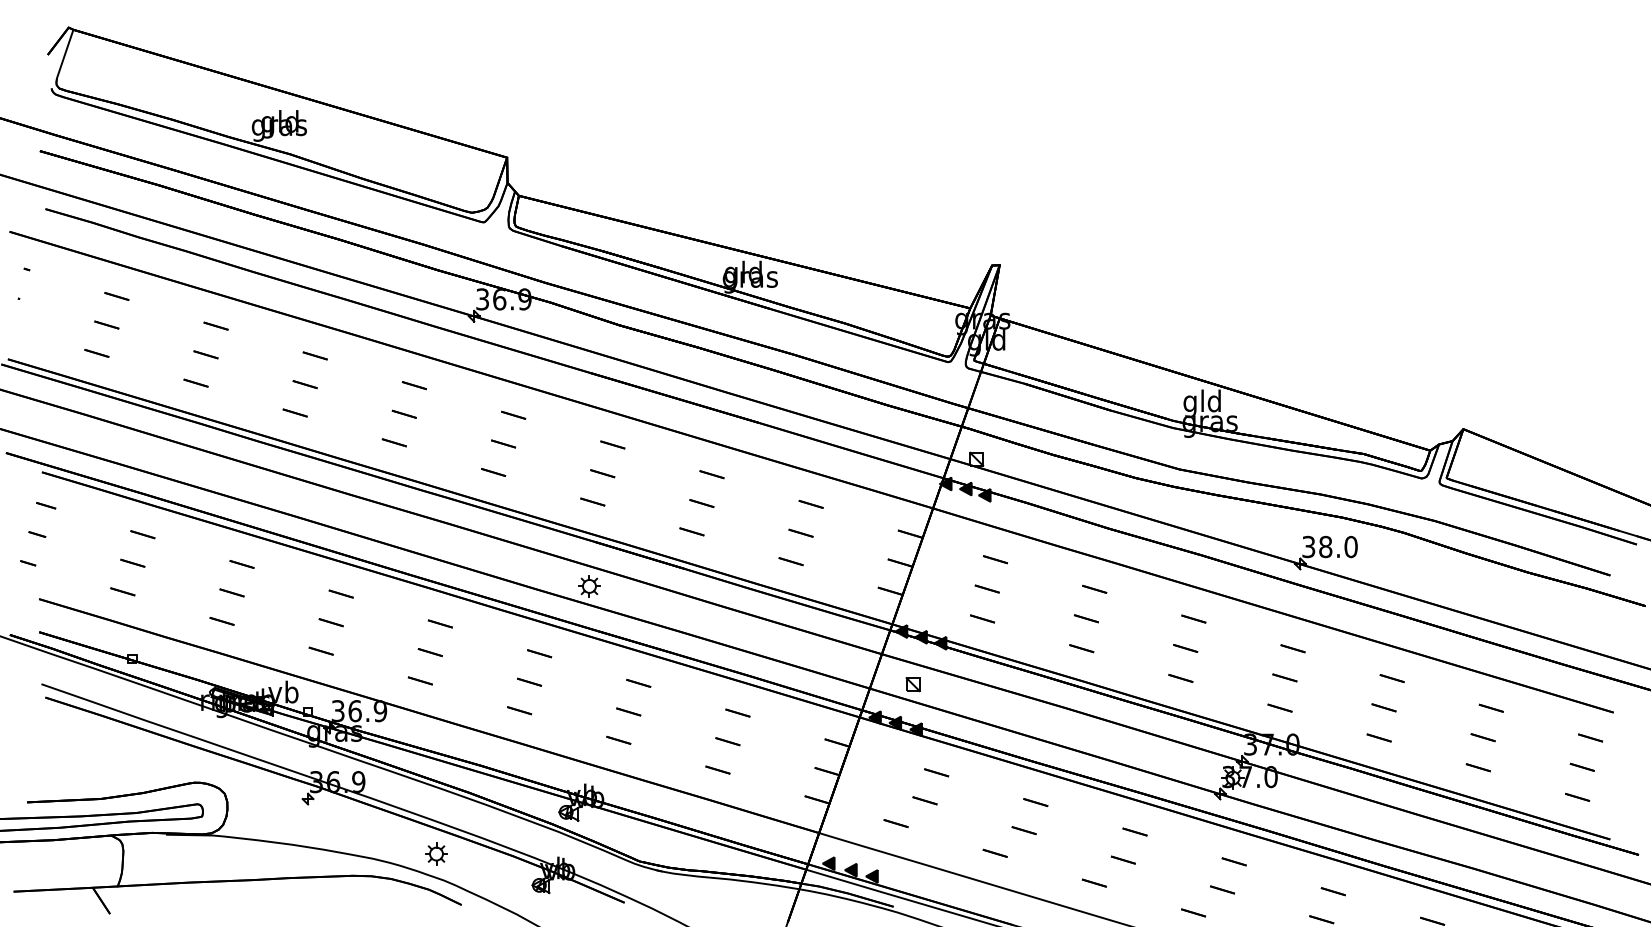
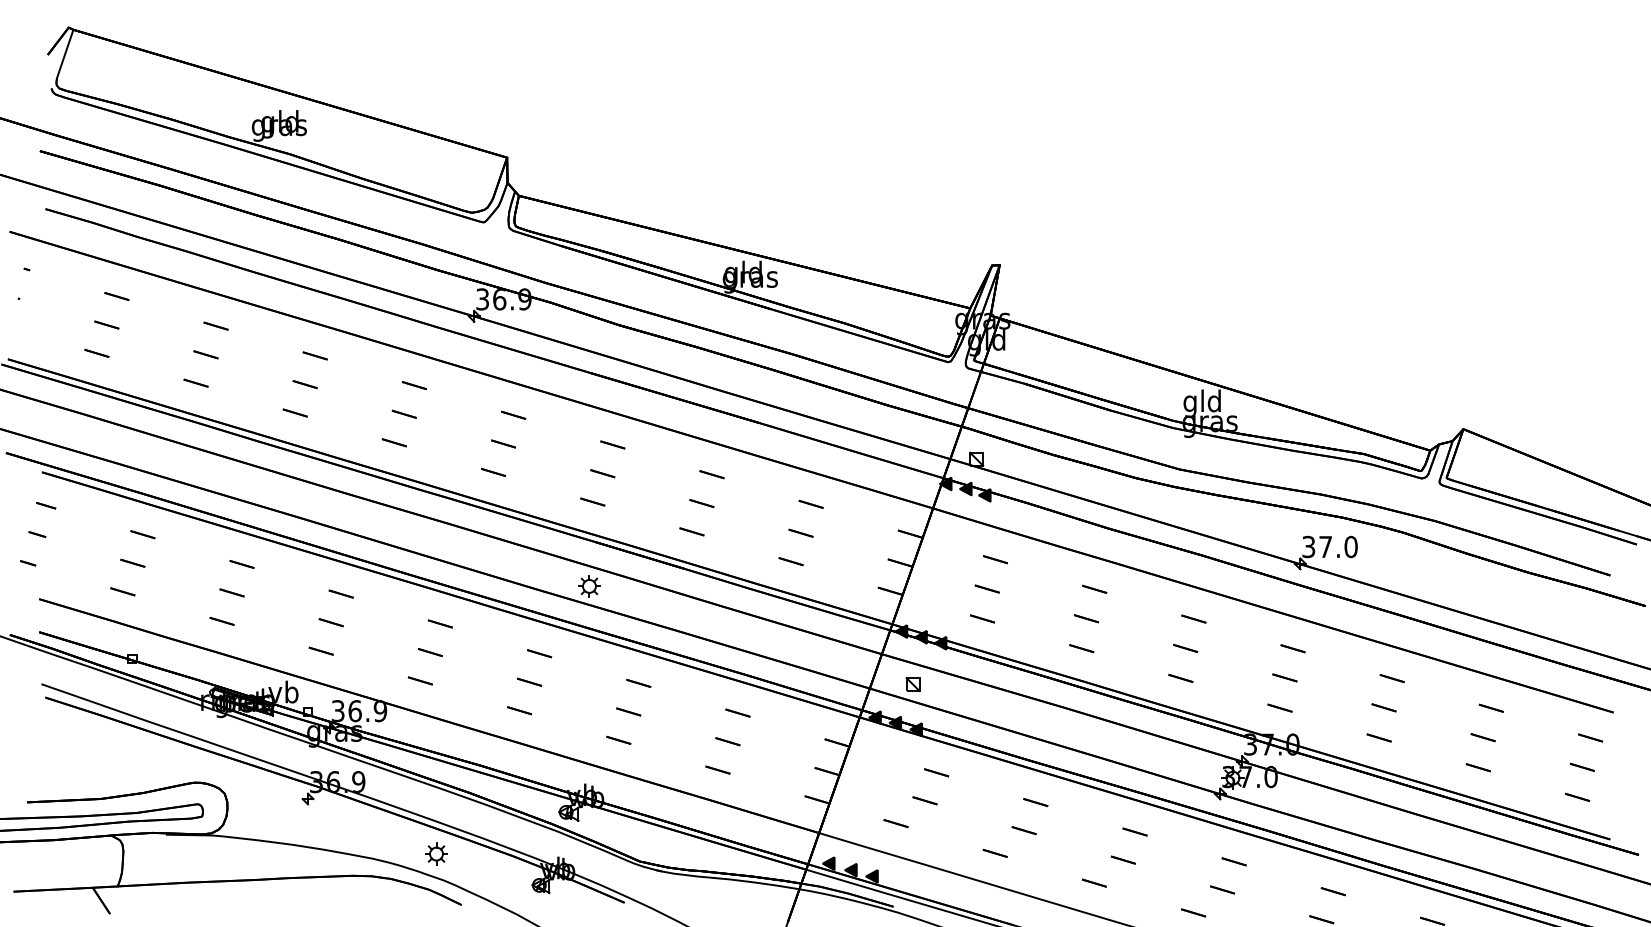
text at (1325, 546): 38.0 -> 37.0
